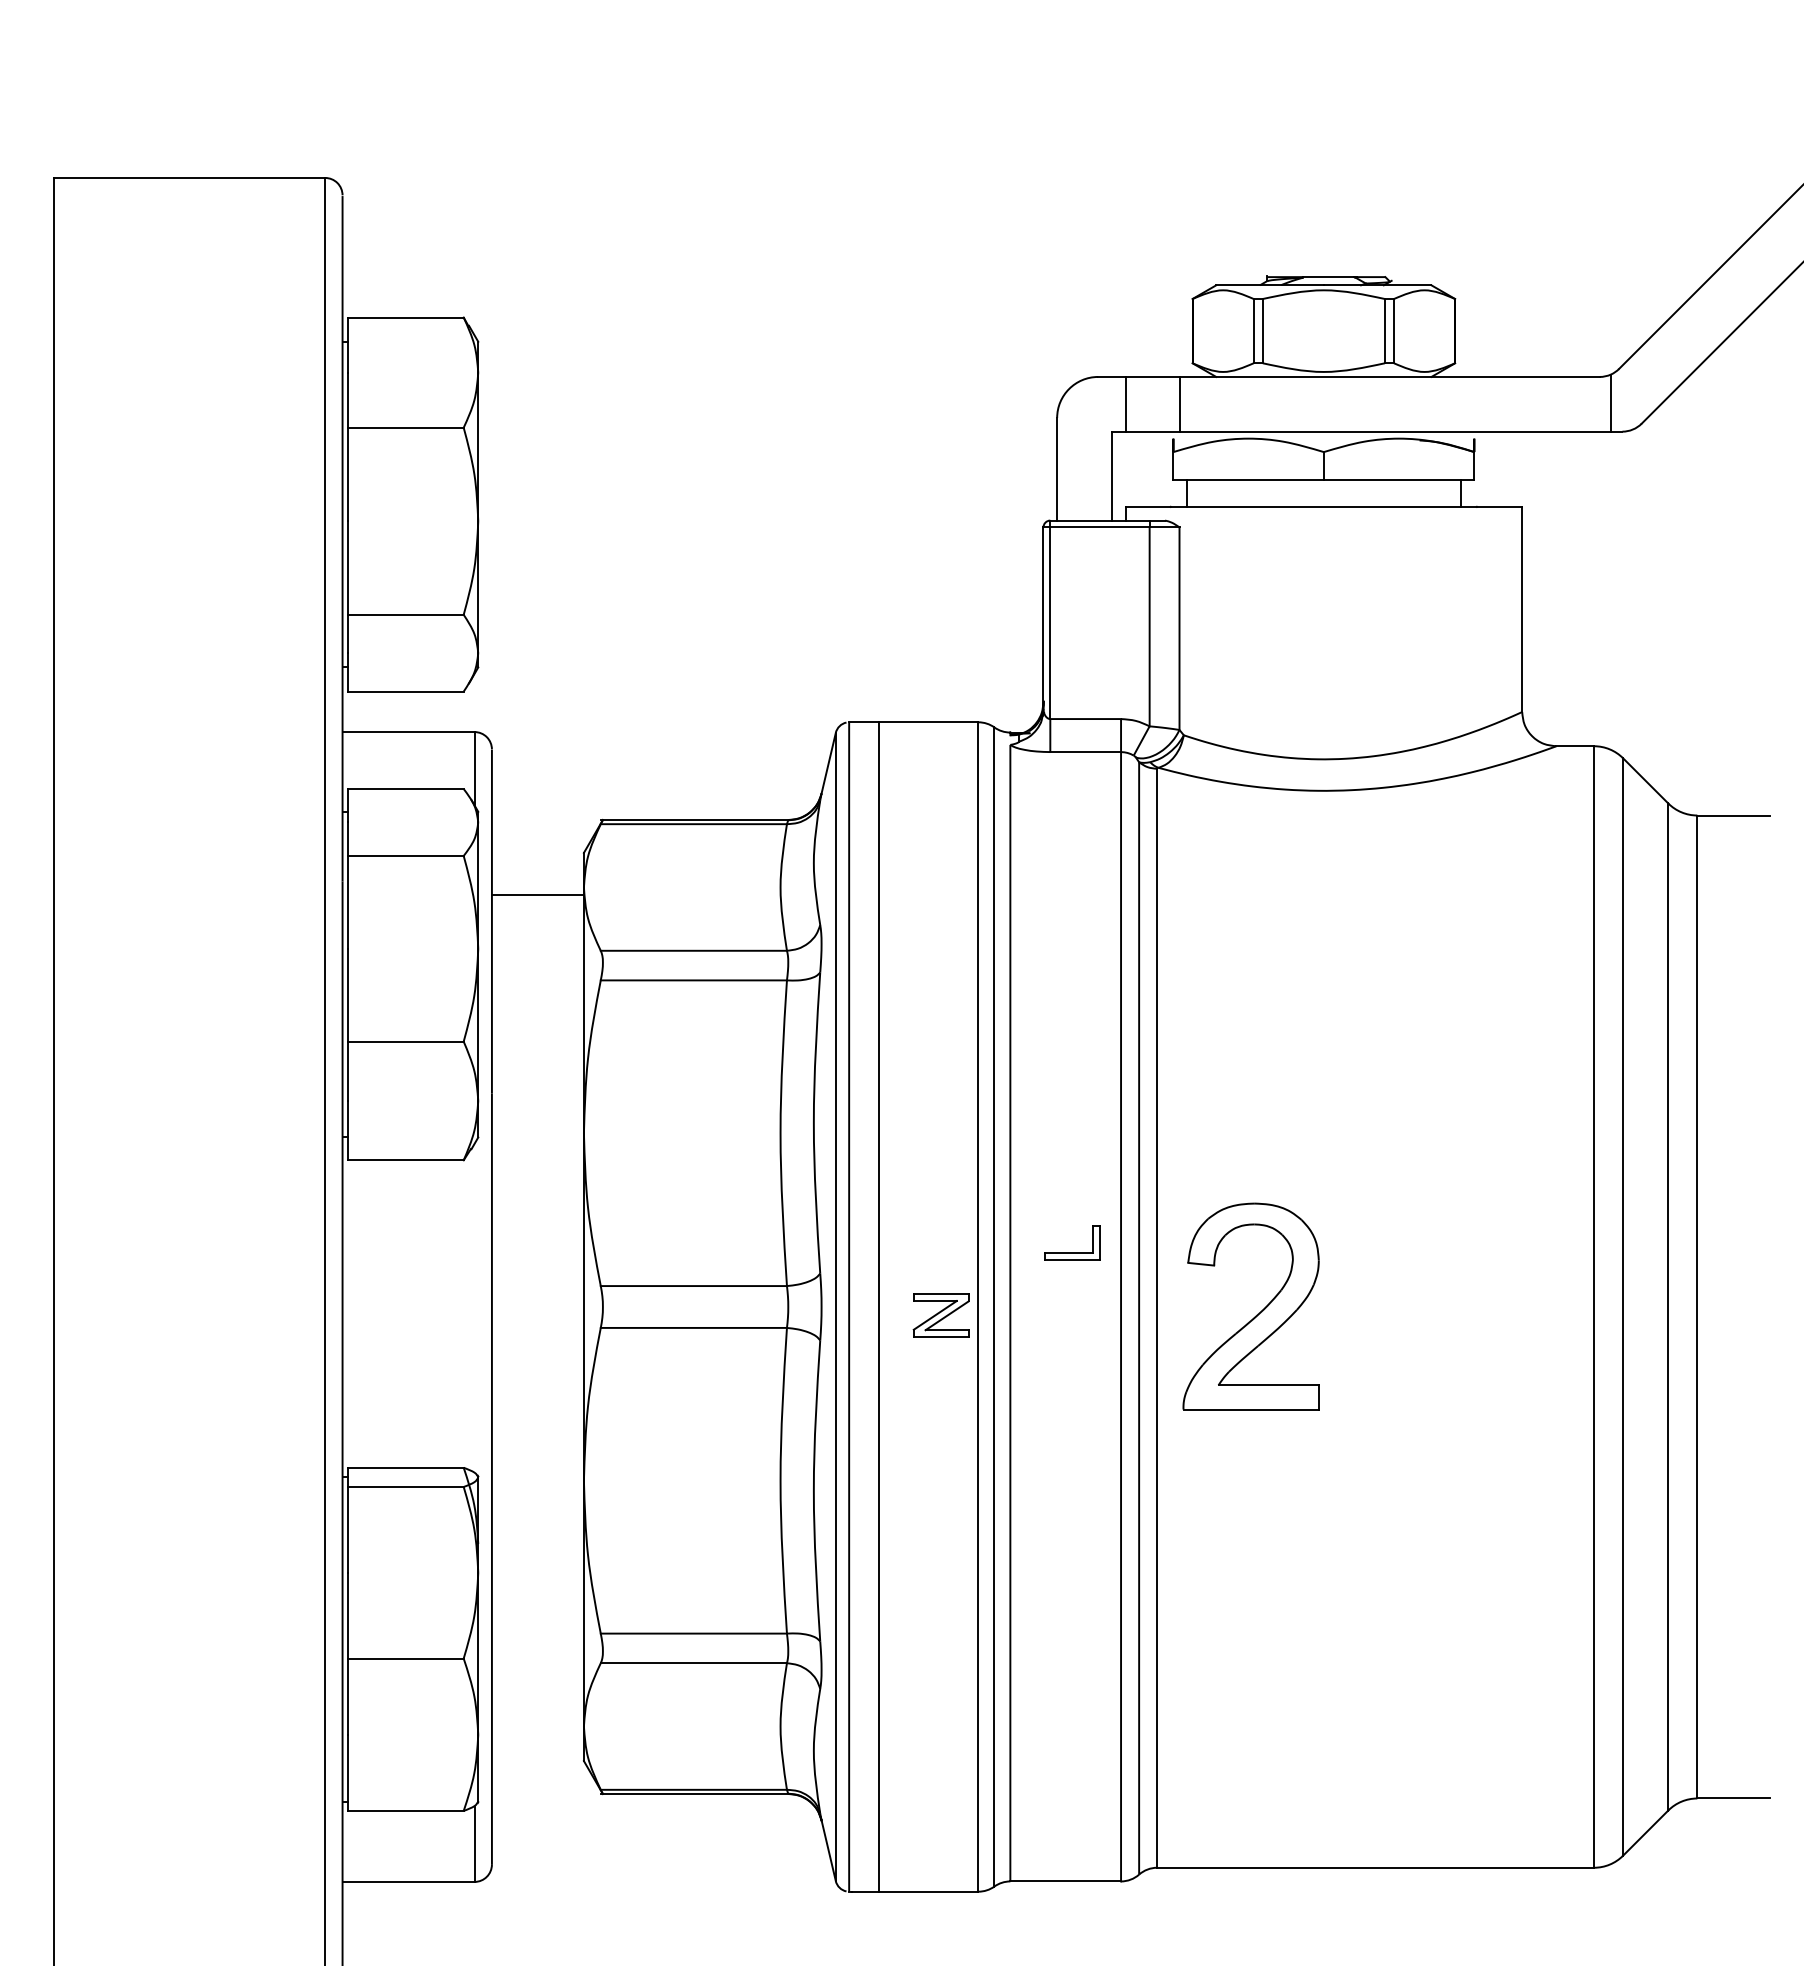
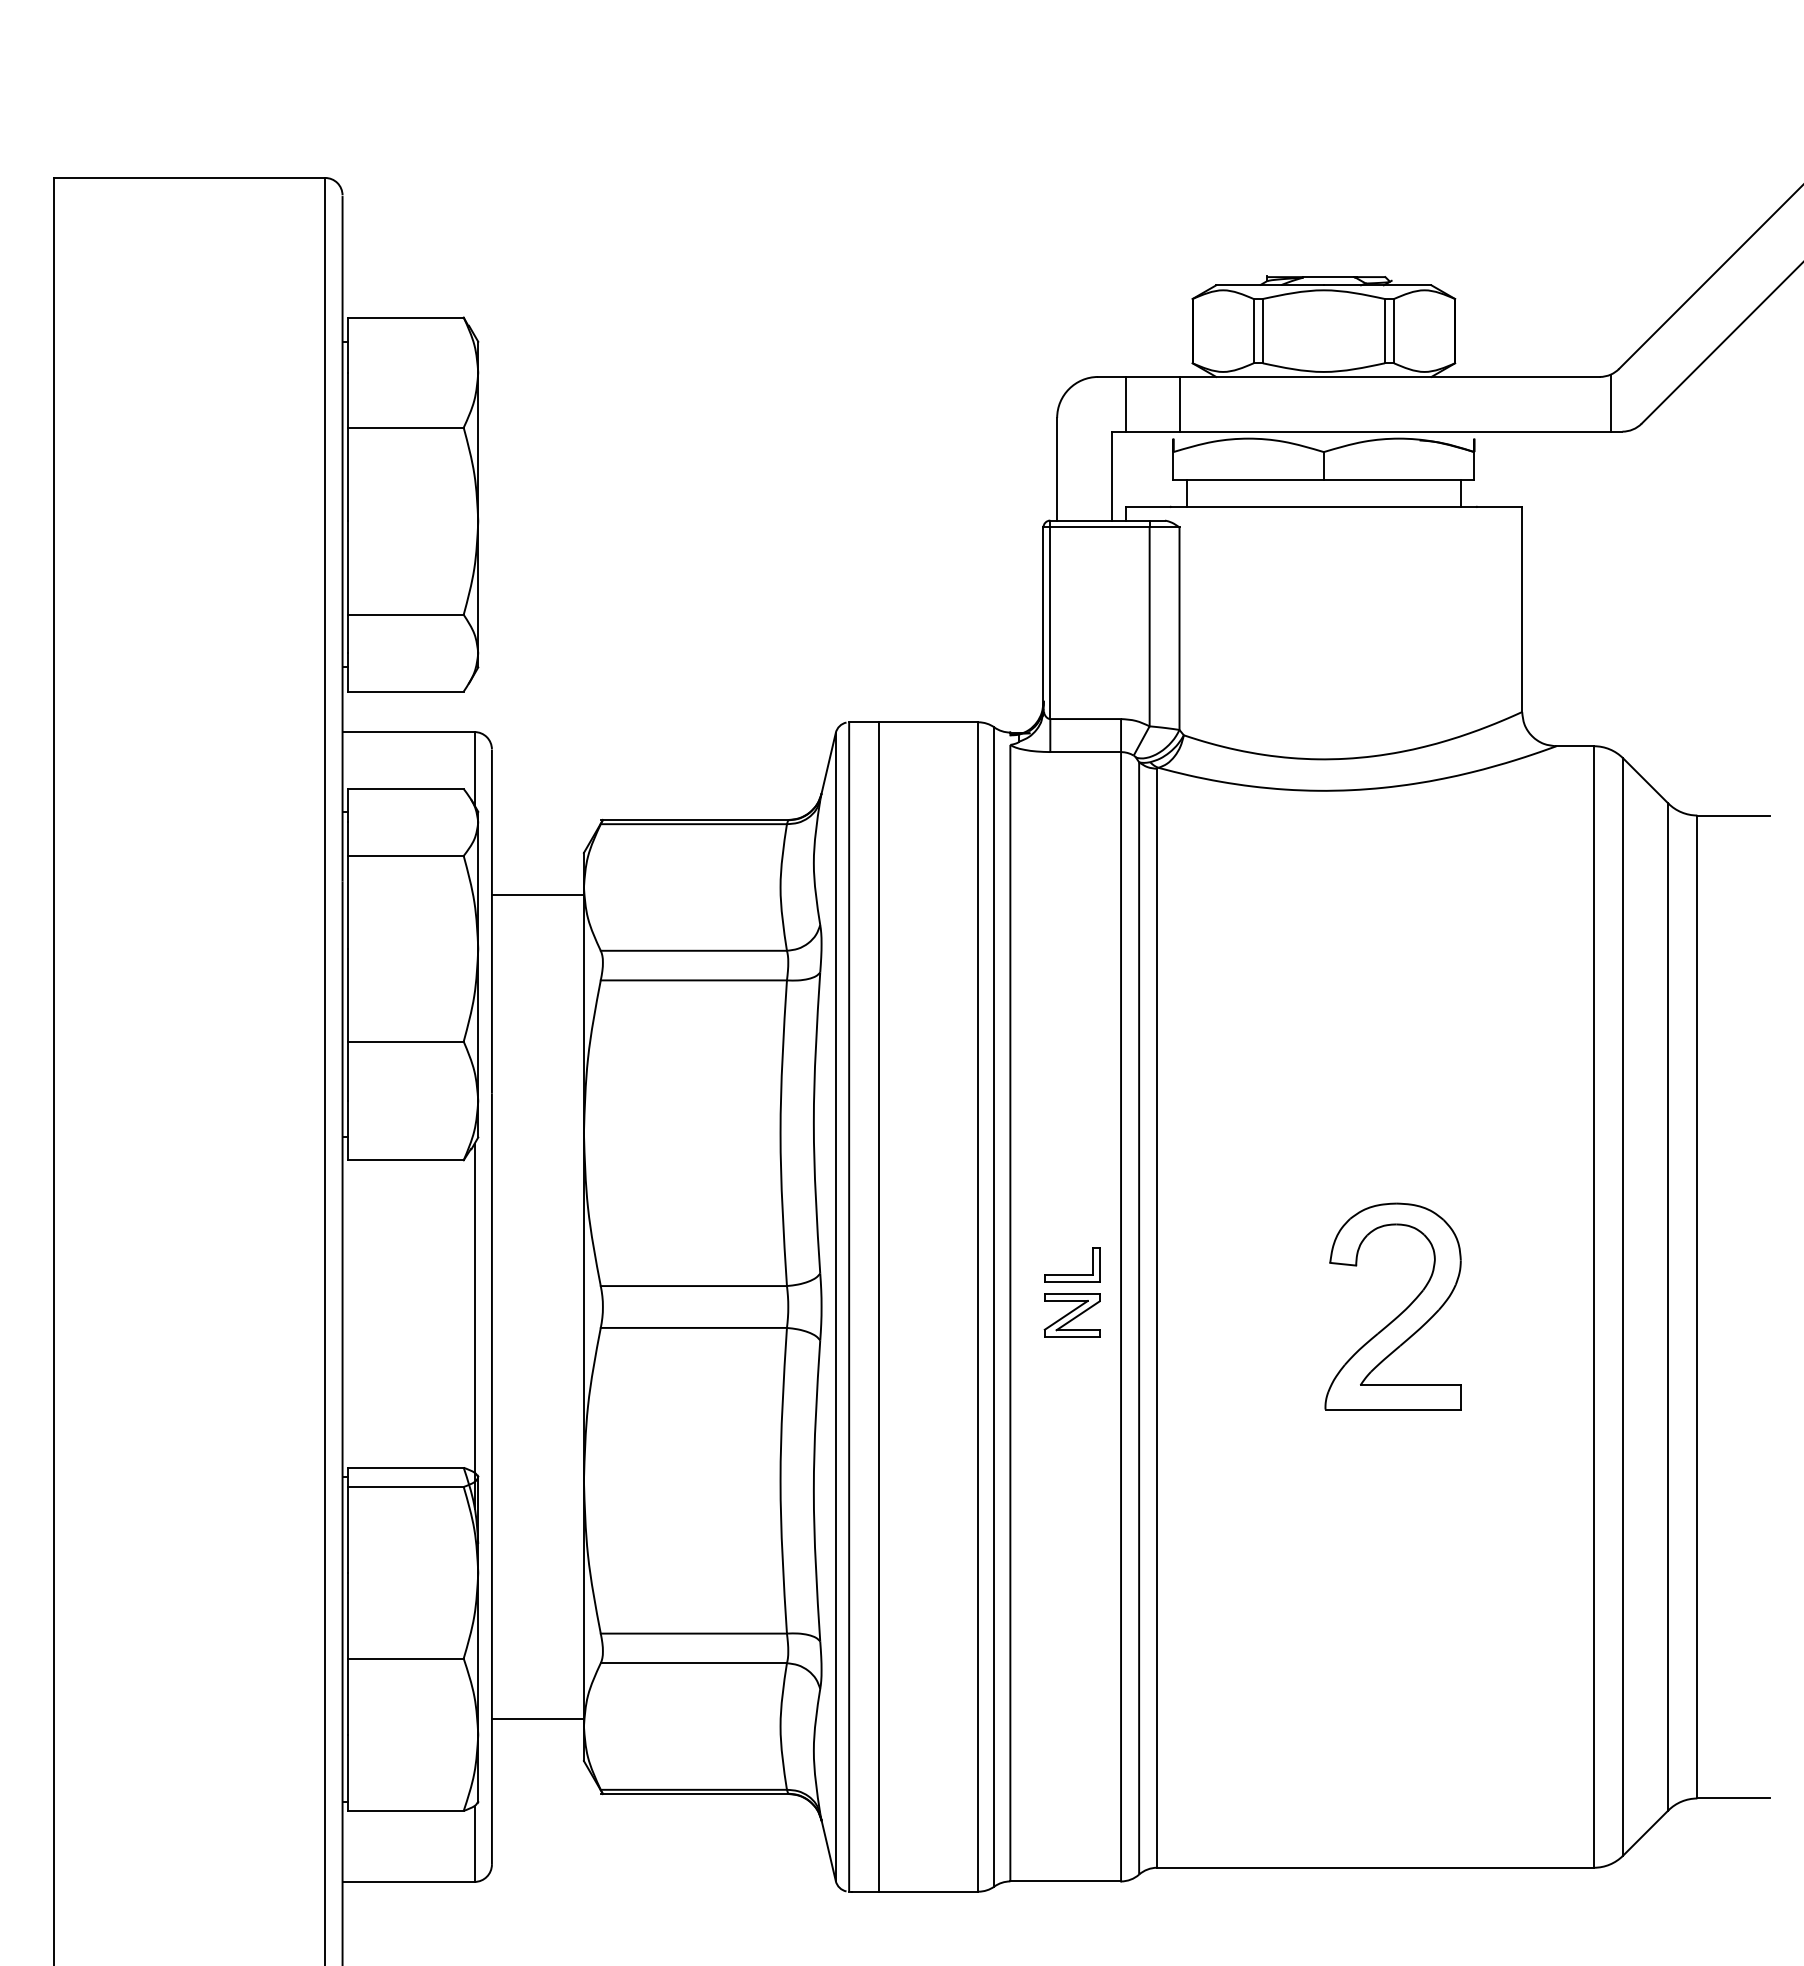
part at (1072, 1252) position: (1072, 1252) -> (1072, 1274)
part at (1256, 1314) position: (1256, 1314) -> (1398, 1314)
part at (940, 1315) position: (940, 1315) -> (1071, 1315)
line at (474, 1325): none -> present
line at (537, 1719): none -> present
